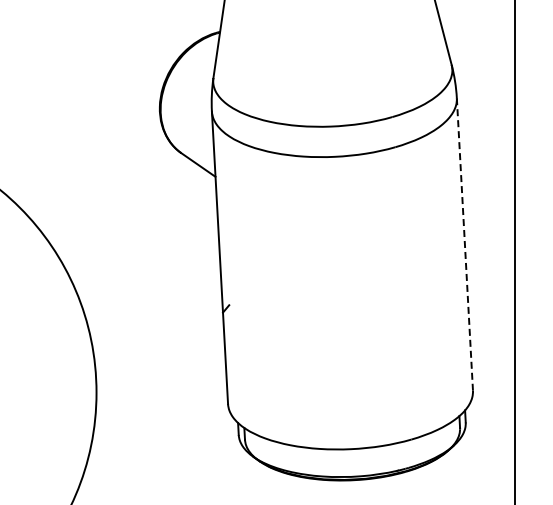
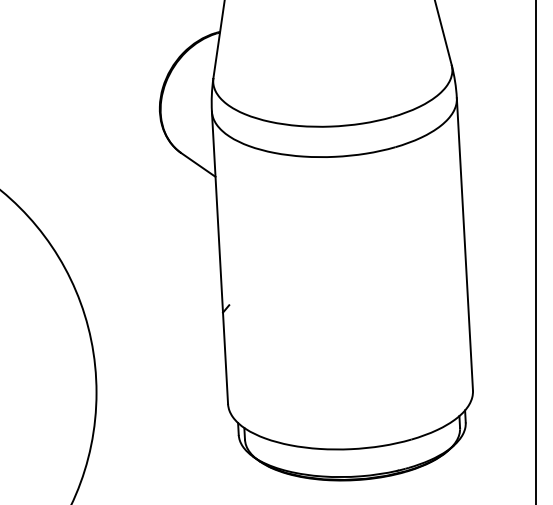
line at (464, 244): dashed -> solid
line at (515, 251) position: (515, 251) -> (536, 251)
